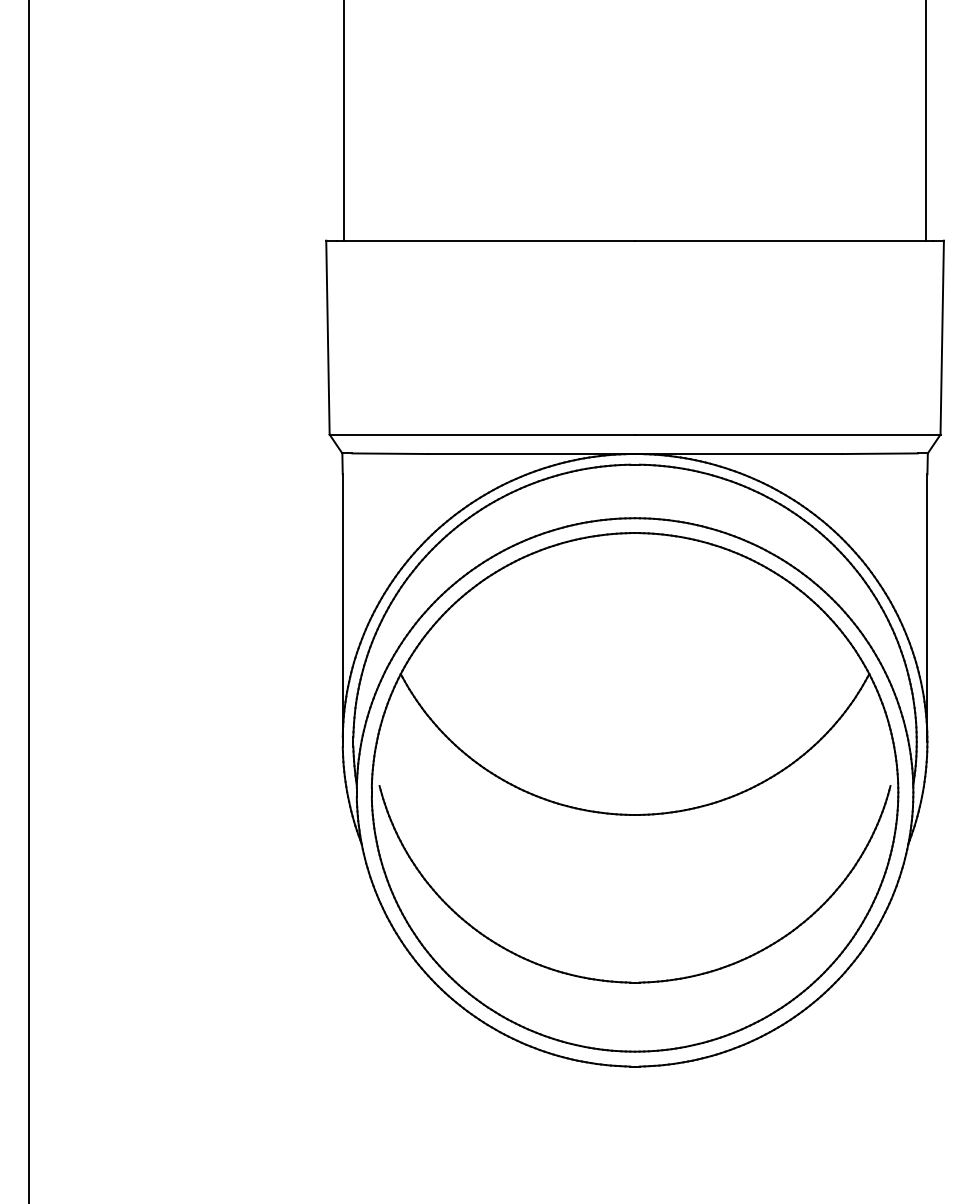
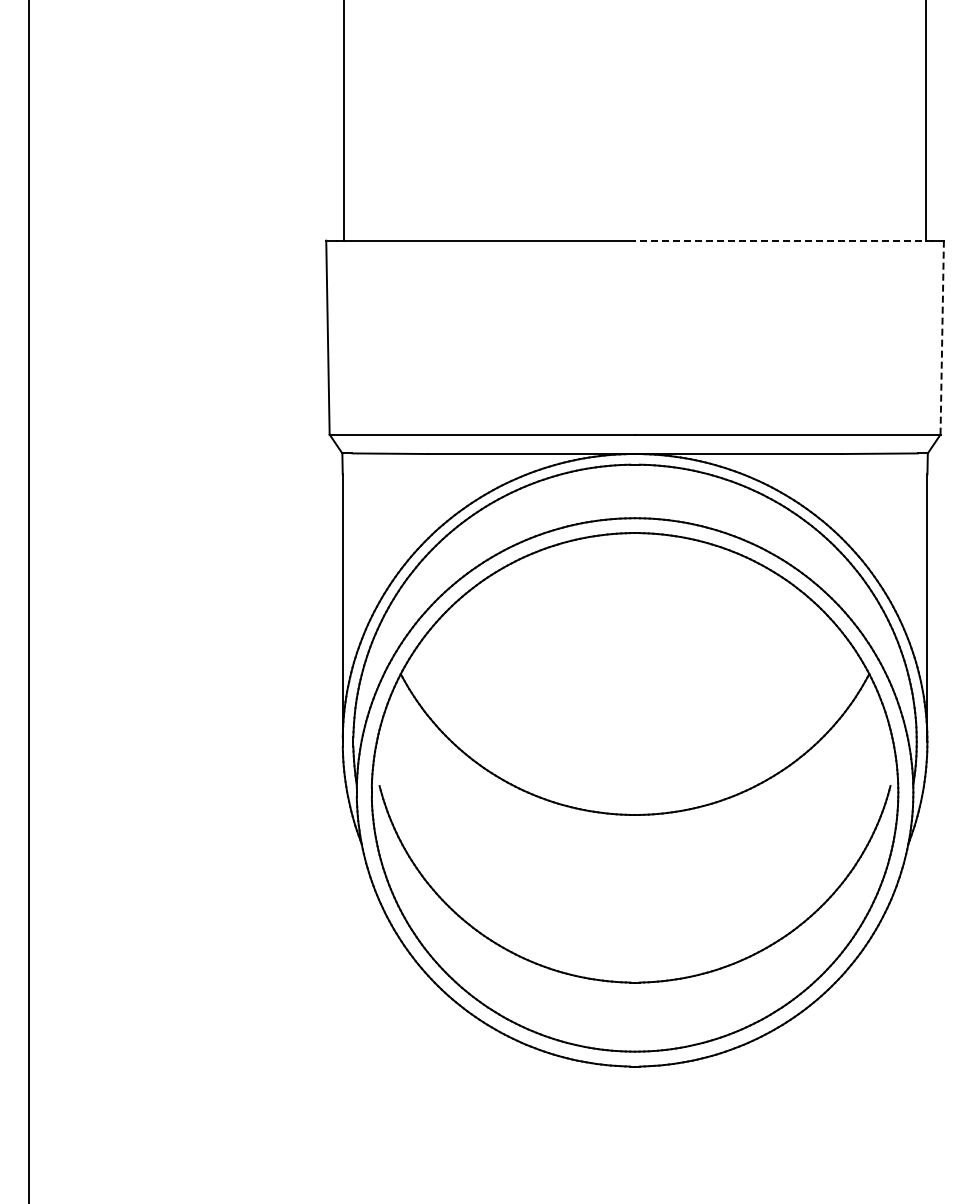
line at (783, 240): solid -> dashed
line at (942, 337): solid -> dashed
